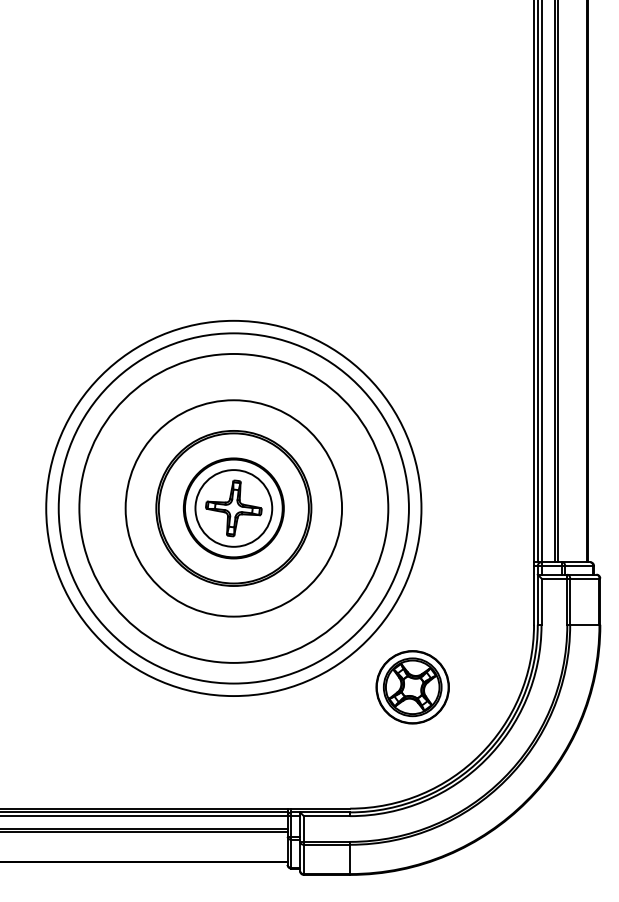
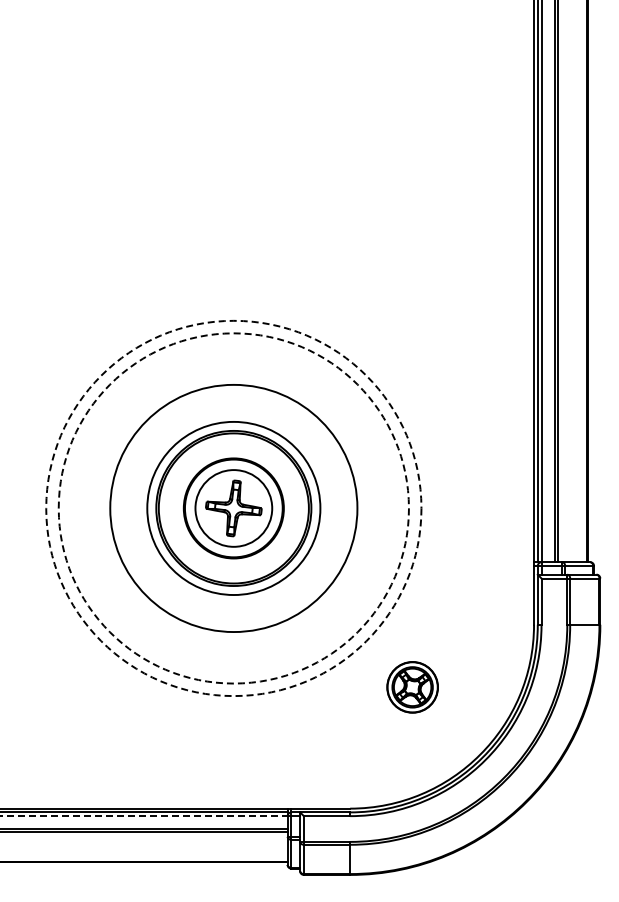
circle at (233, 507) diameter: 309 px -> 247 px
circle at (233, 508) diameter: 216 px -> 173 px
circle at (233, 508): solid -> dashed
circle at (233, 508): solid -> dashed
part at (412, 687) size: 75x75 px -> 53x53 px
line at (144, 816): solid -> dashed
